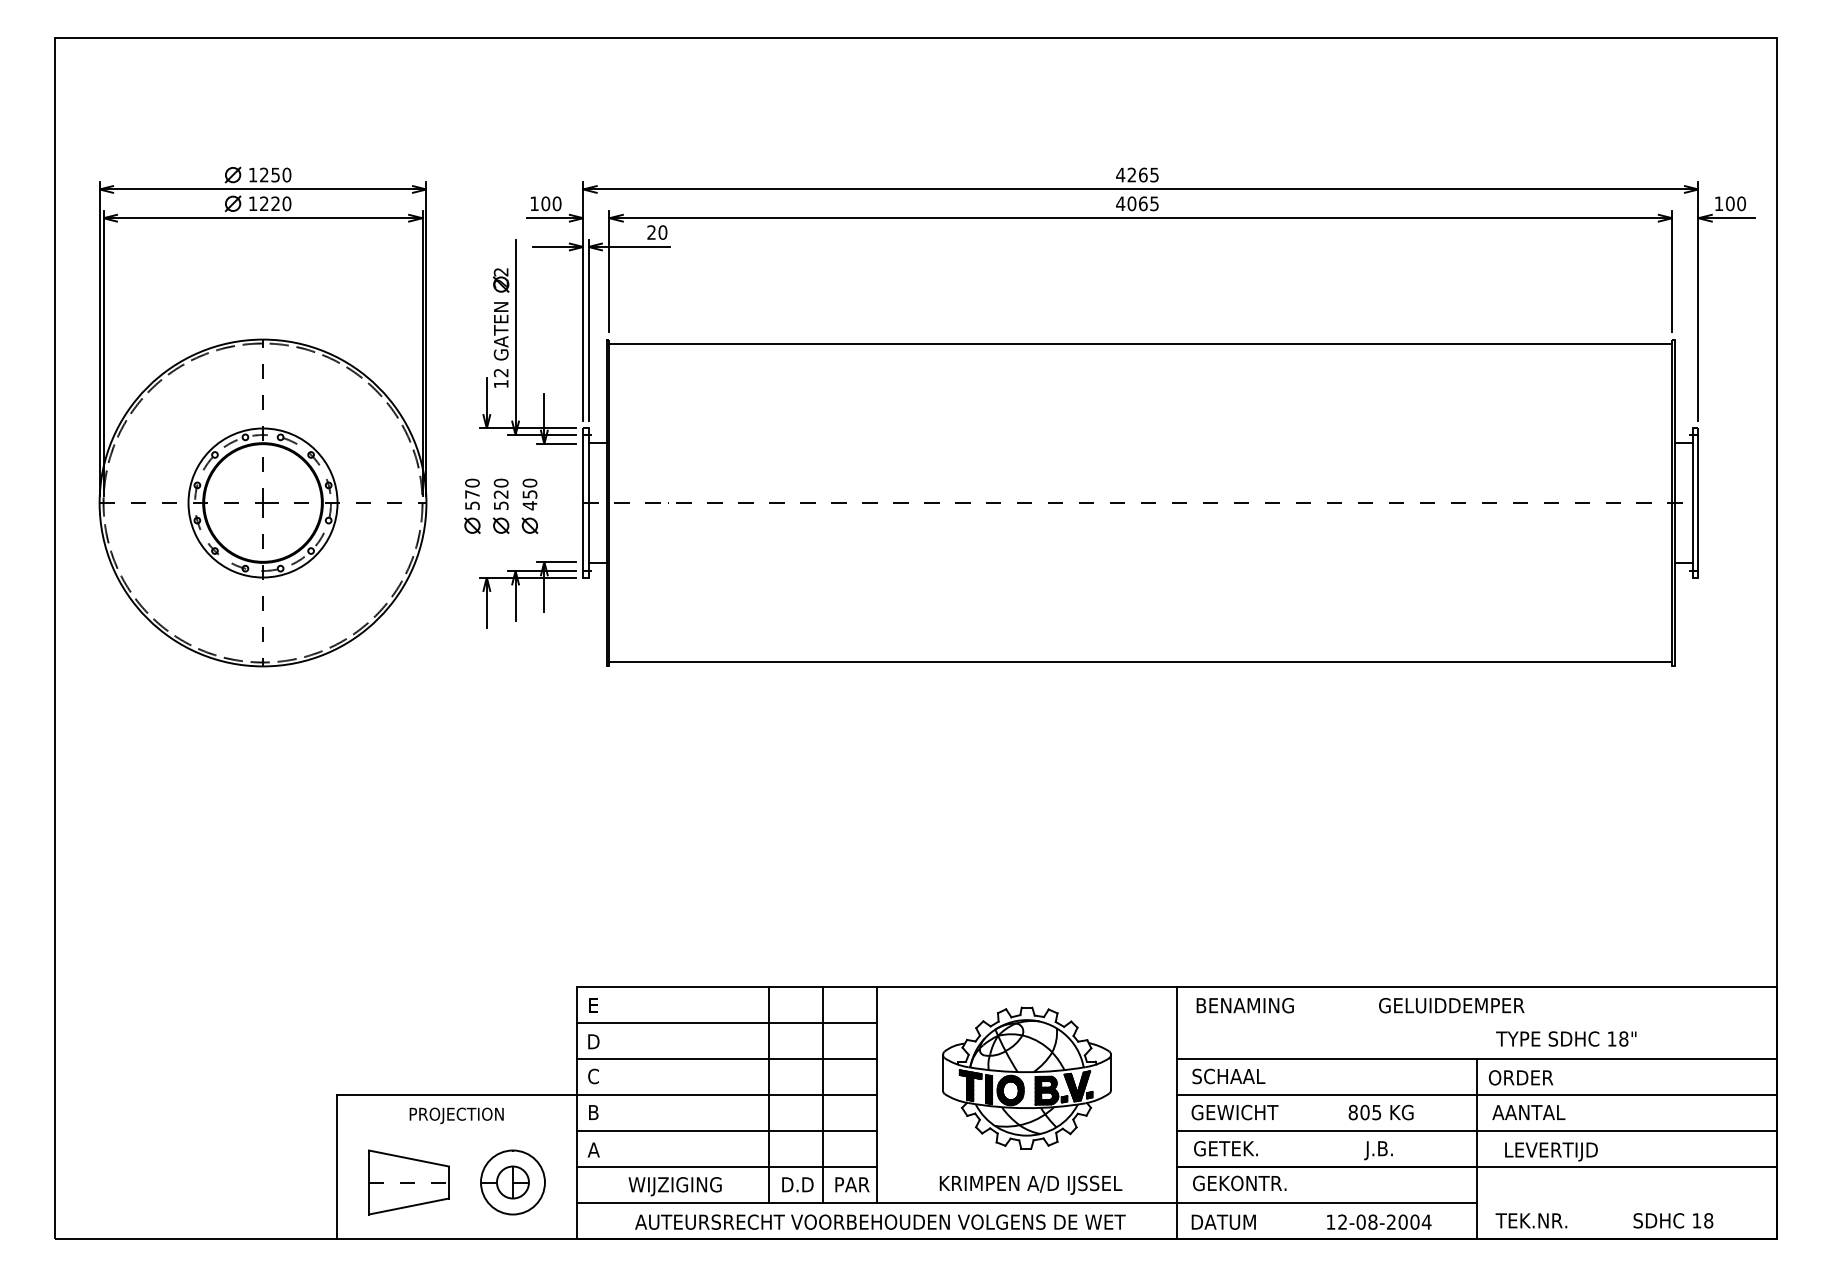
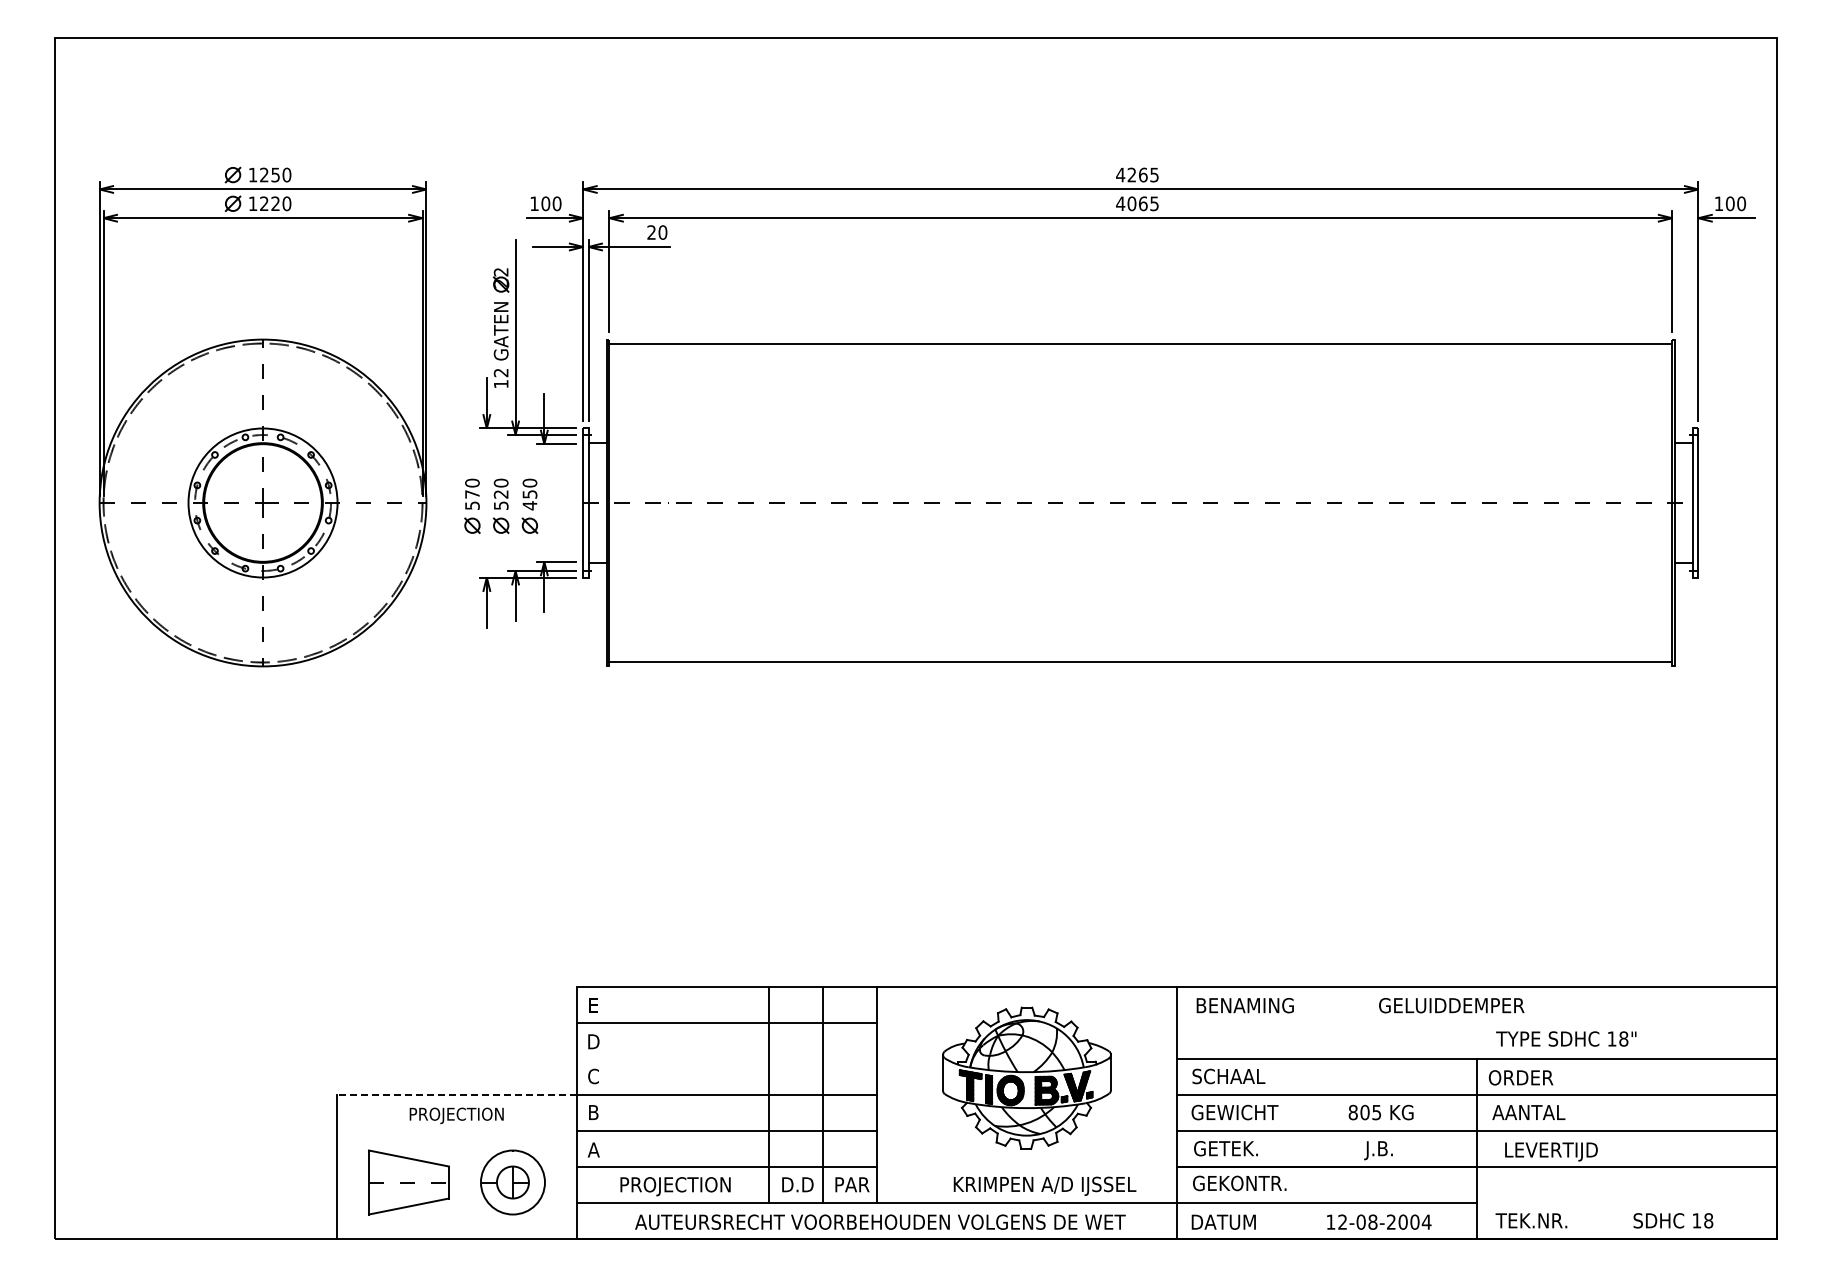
line at (726, 1058): present -> none
line at (456, 1094): solid -> dashed
text at (1030, 1184) position: (1030, 1184) -> (1044, 1185)
text at (675, 1186): WIJZIGING -> PROJECTION
